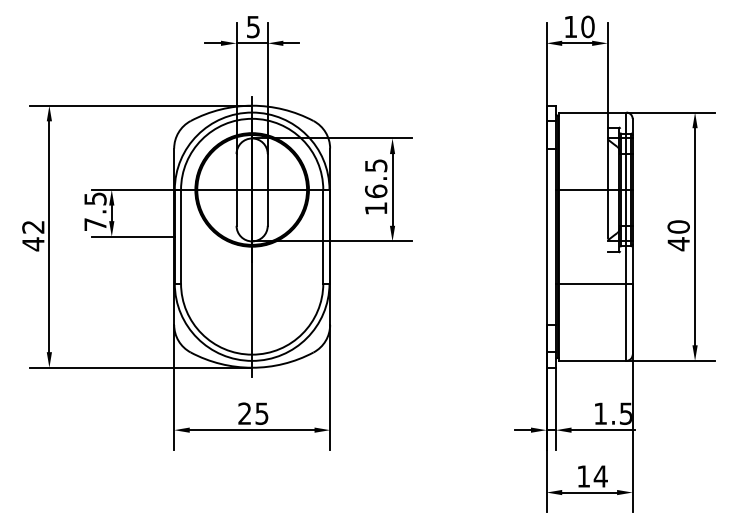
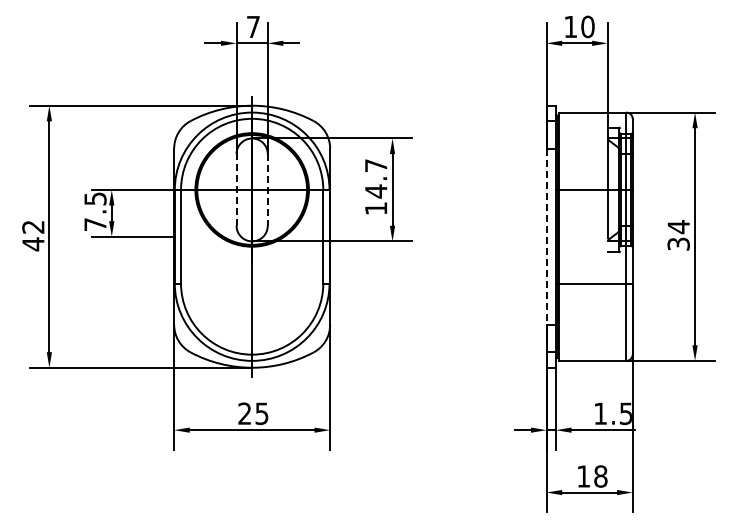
text at (253, 27): 5 -> 7
text at (376, 178): 16.5 -> 14.7
line at (236, 189): solid -> dashed
line at (267, 189): solid -> dashed
text at (678, 235): 40 -> 34
line at (546, 237): solid -> dashed
text at (600, 476): 14 -> 18
